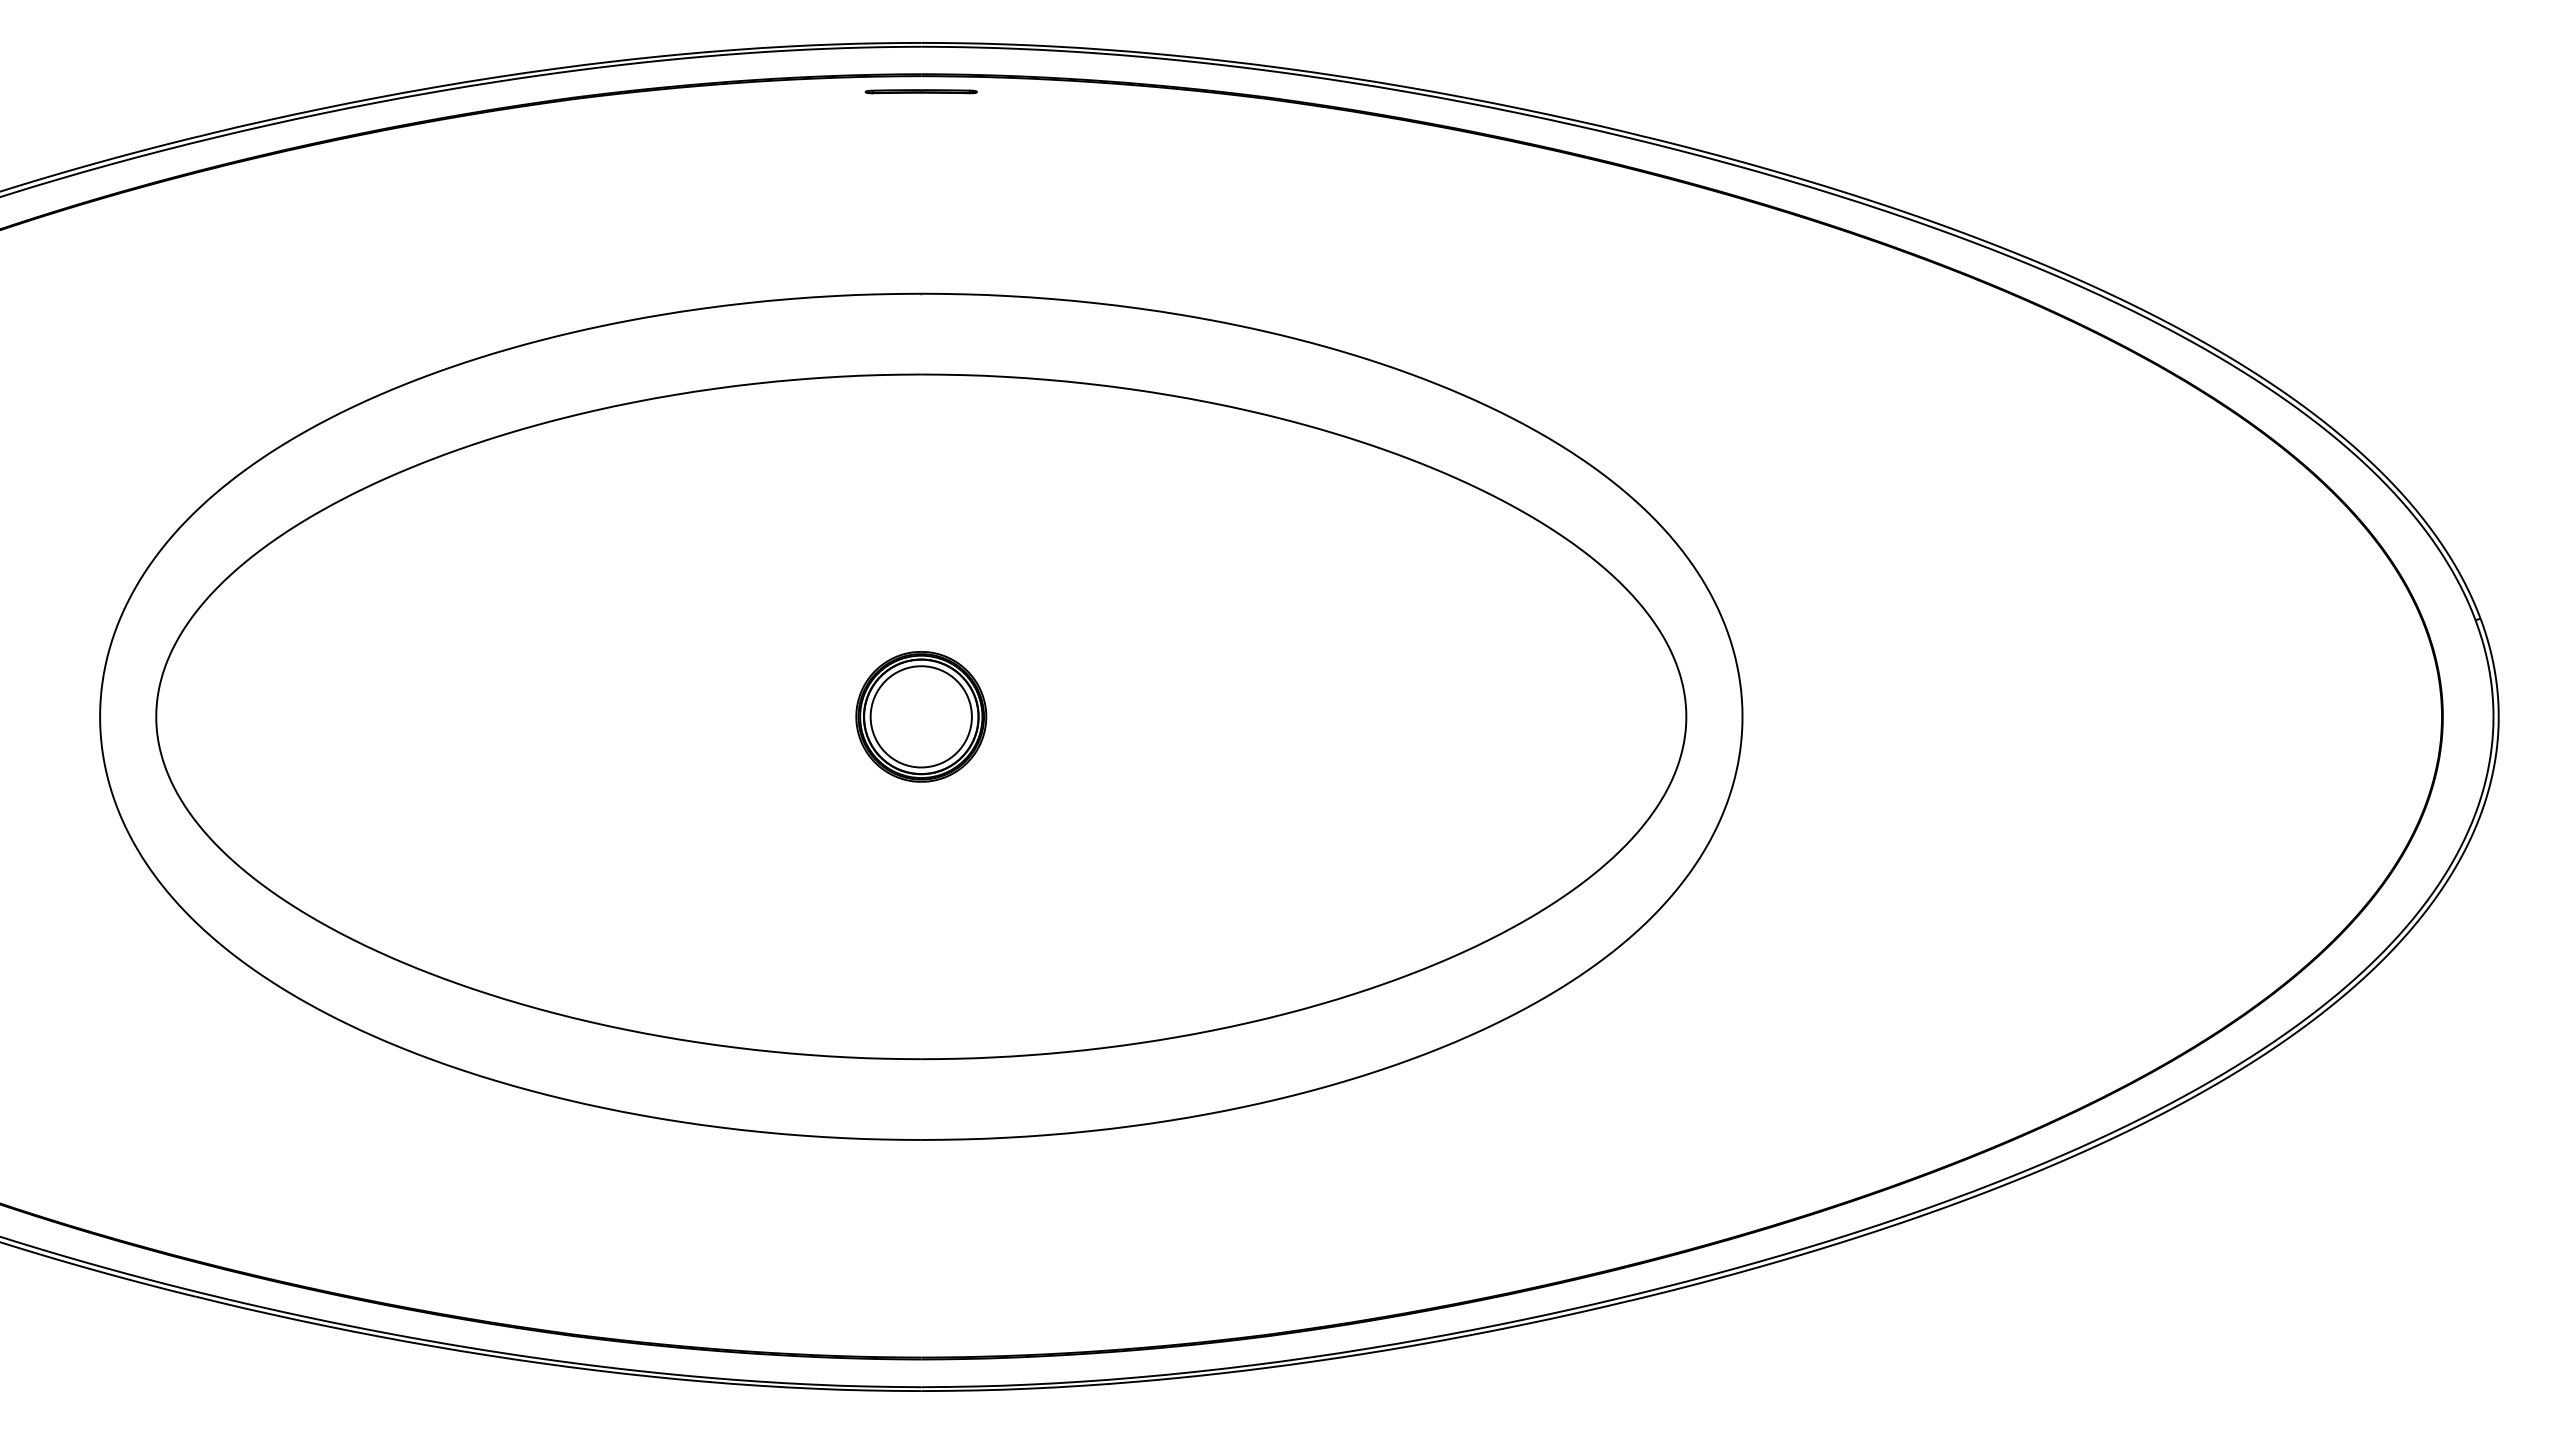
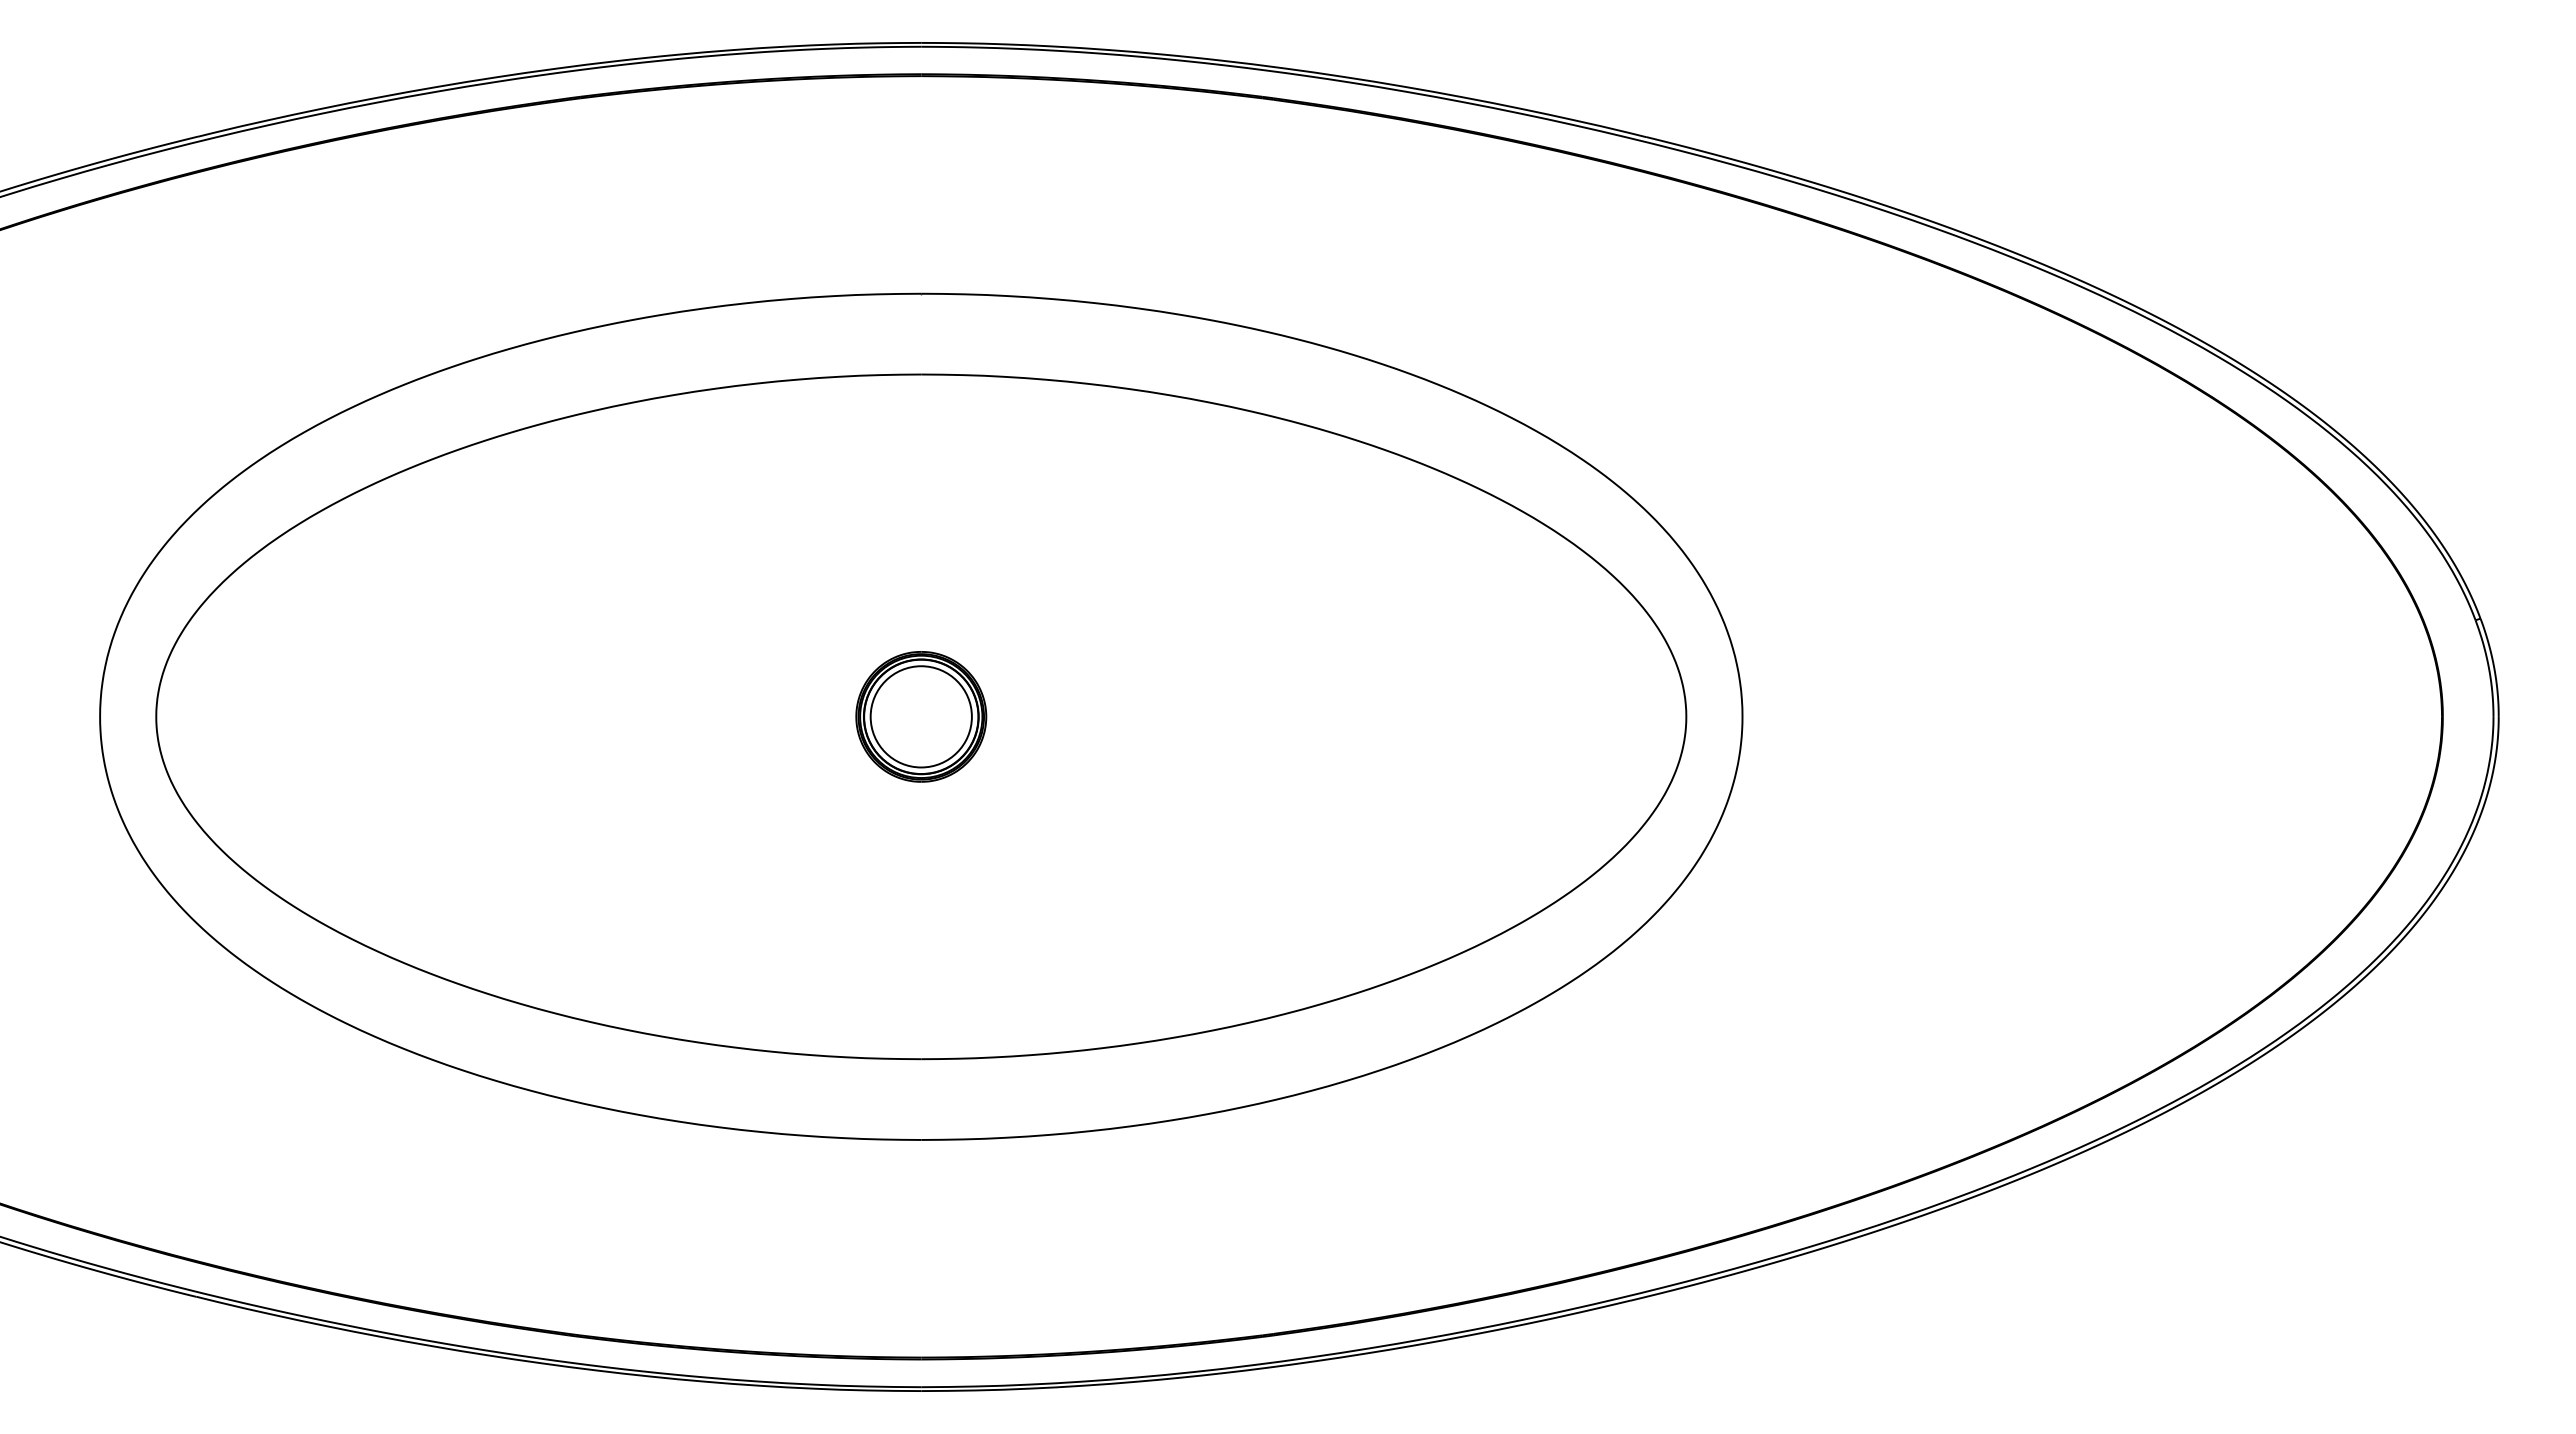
part at (920, 91): present -> none
